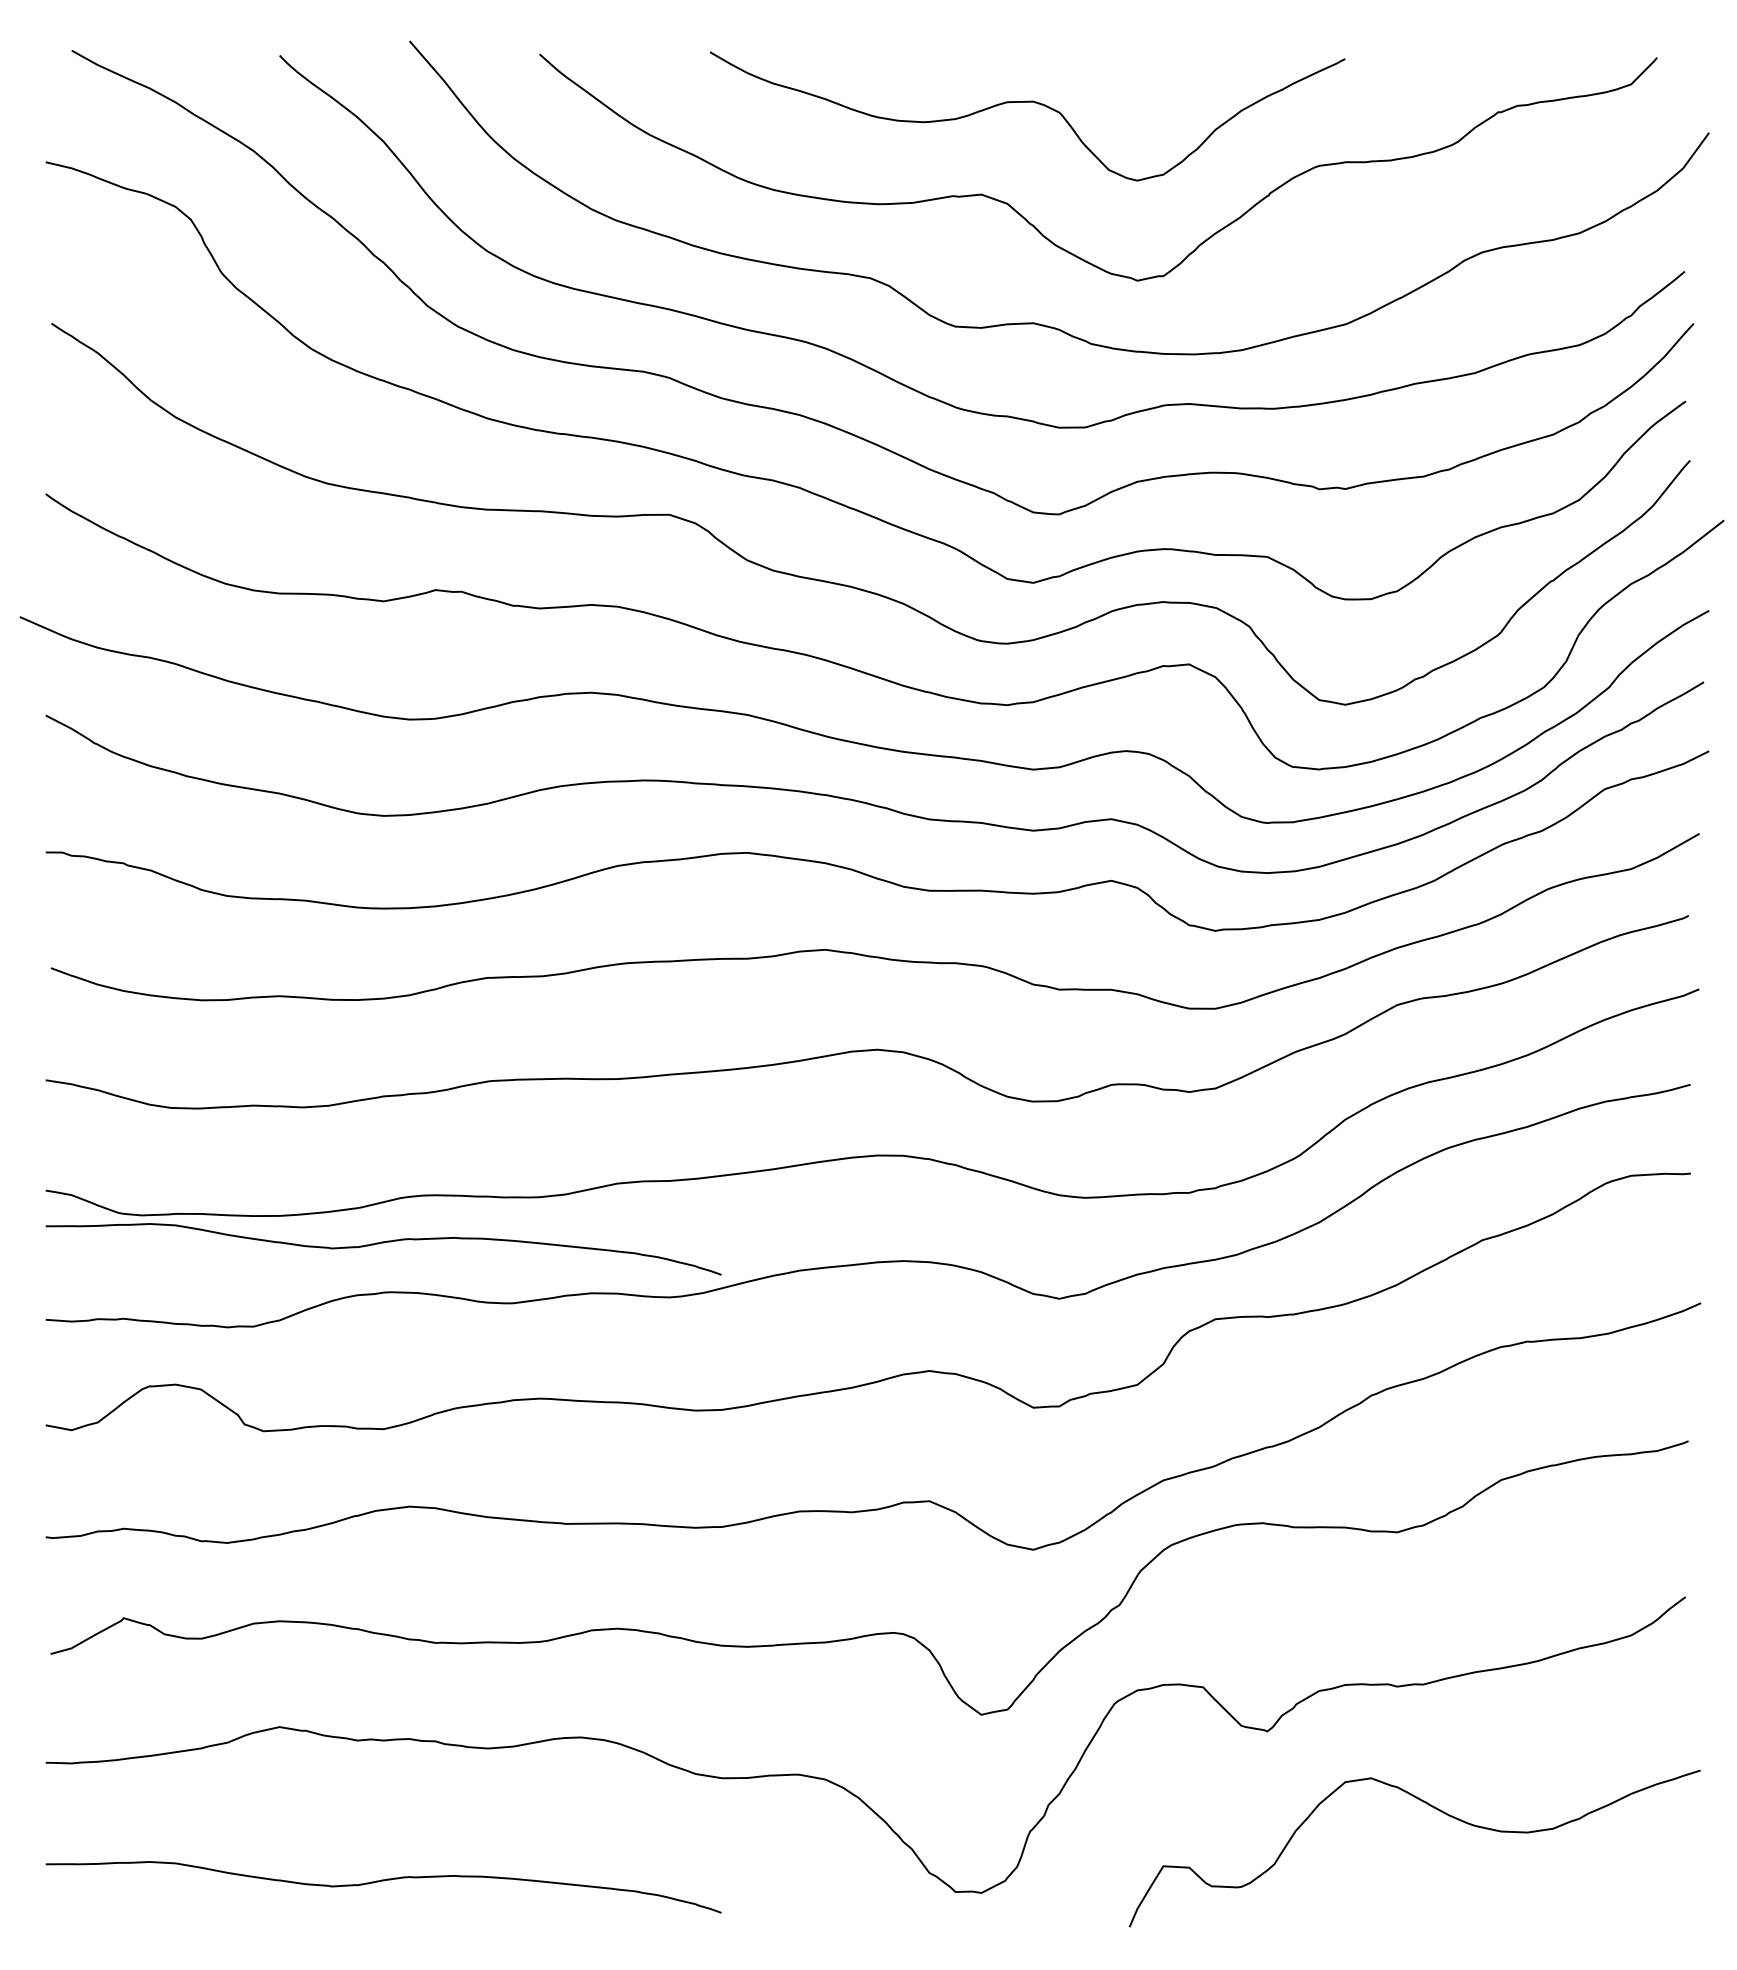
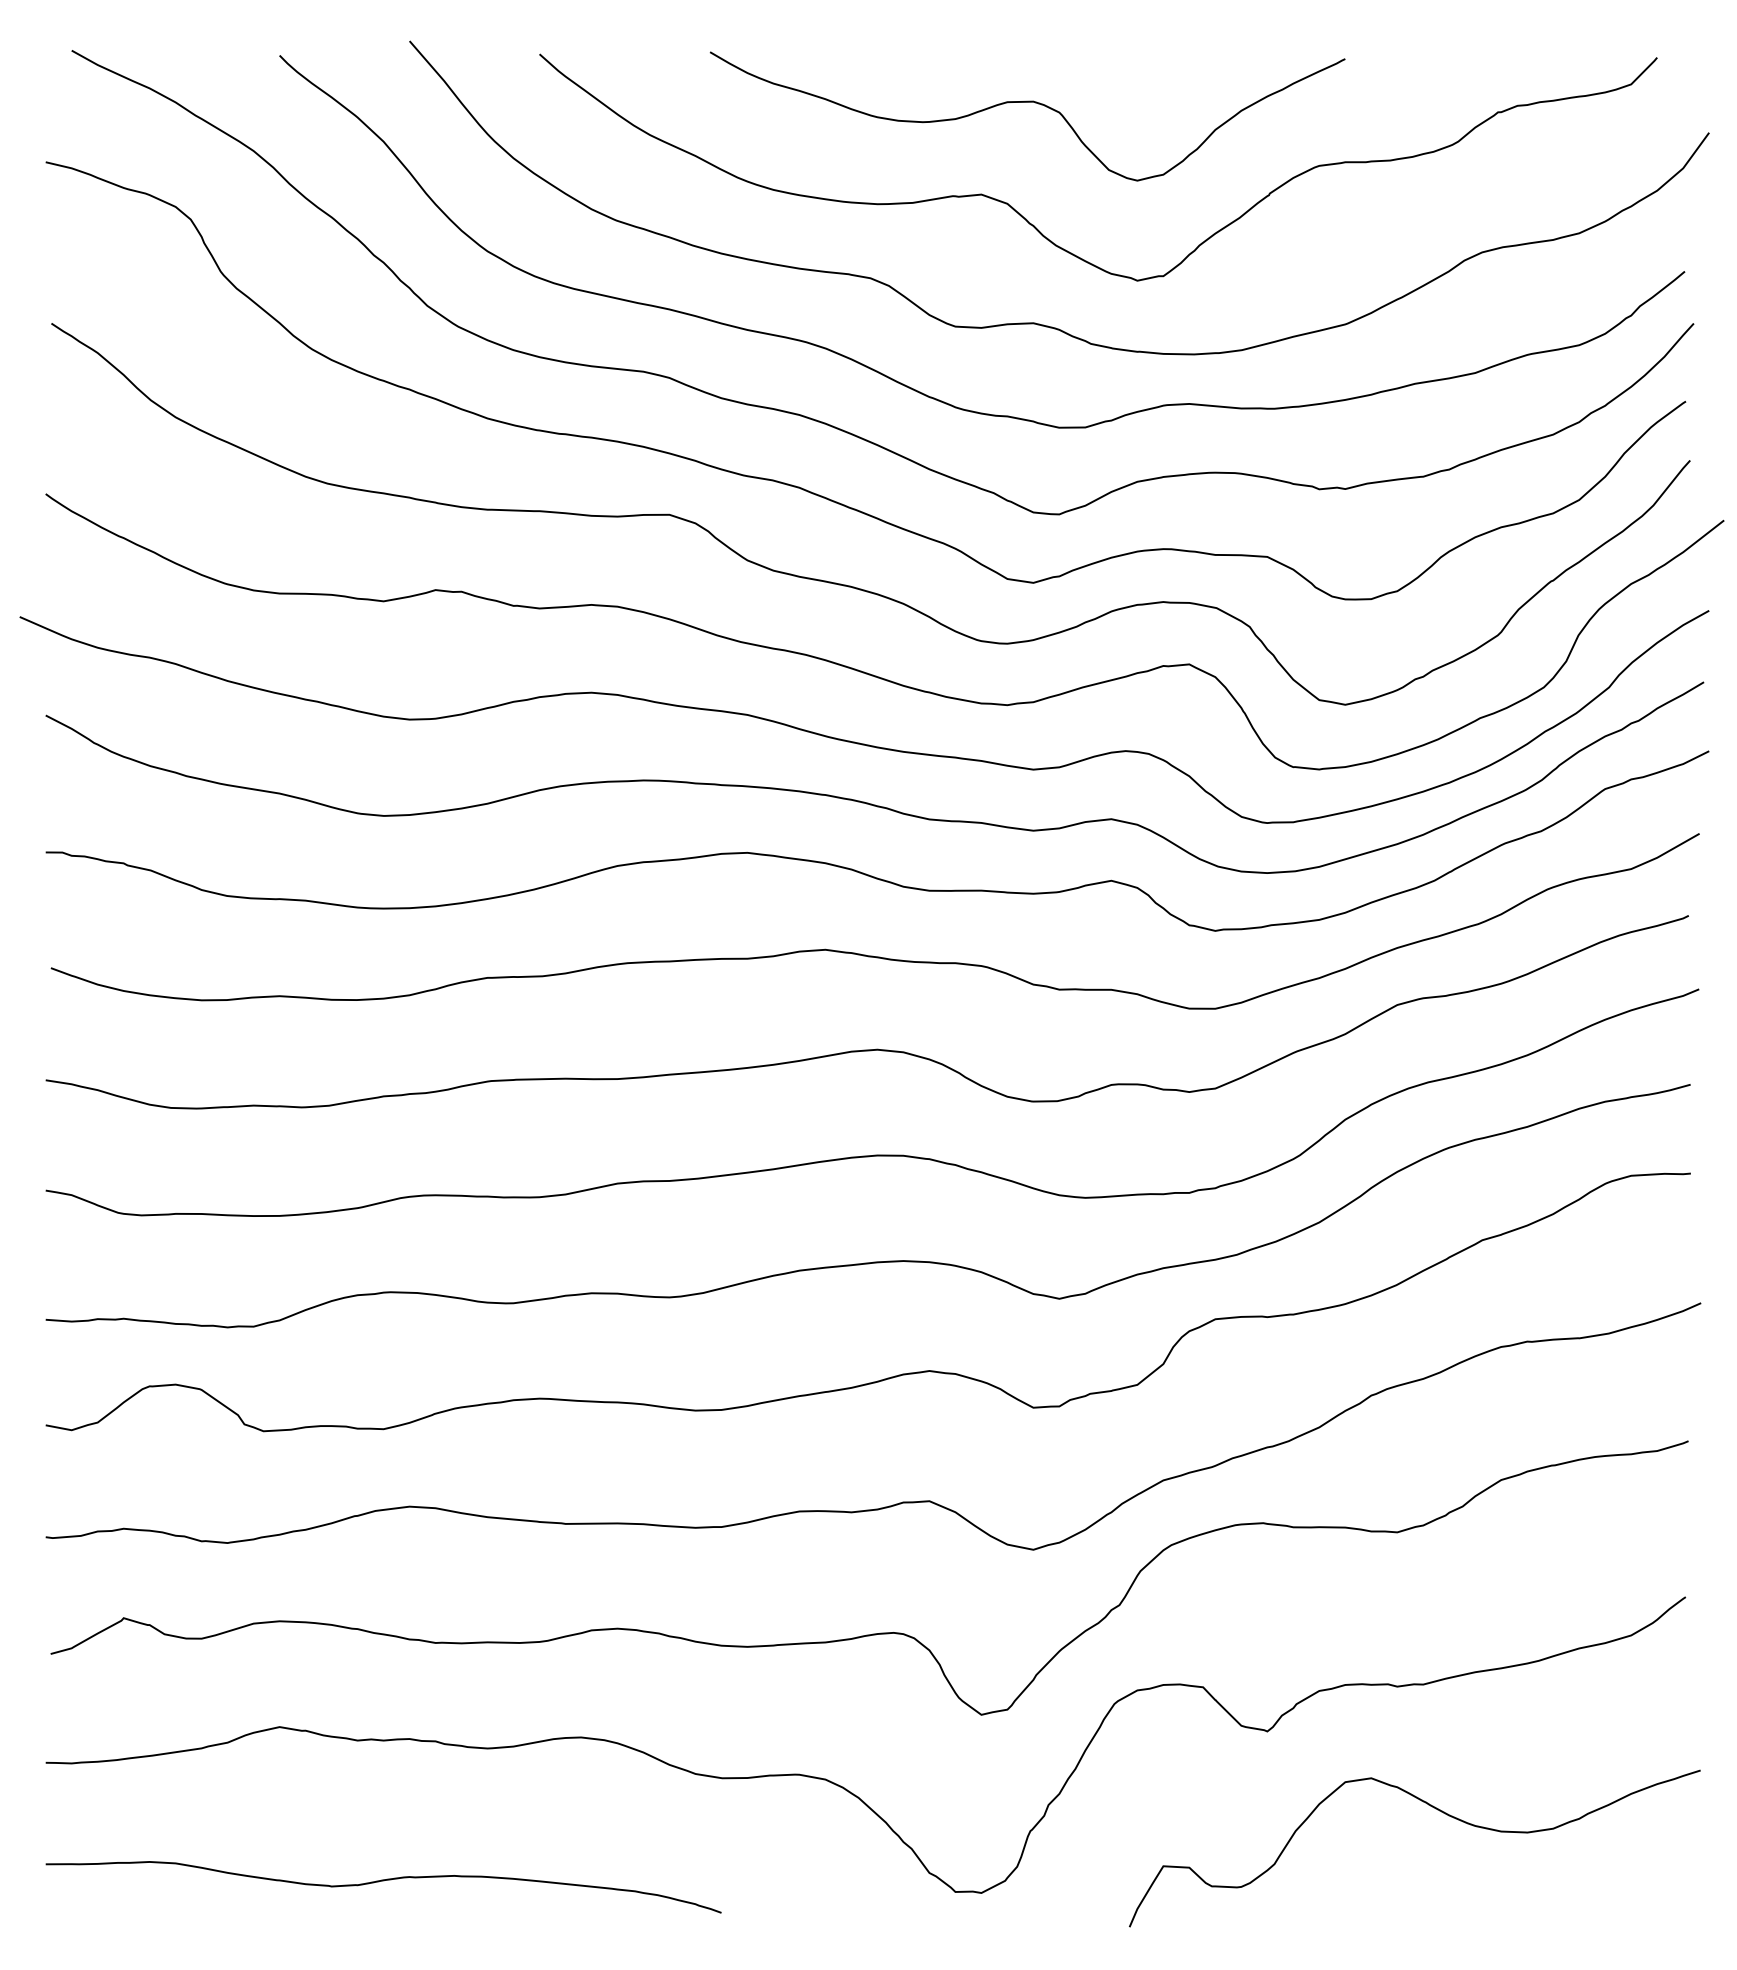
curve at (383, 1243): present -> none
